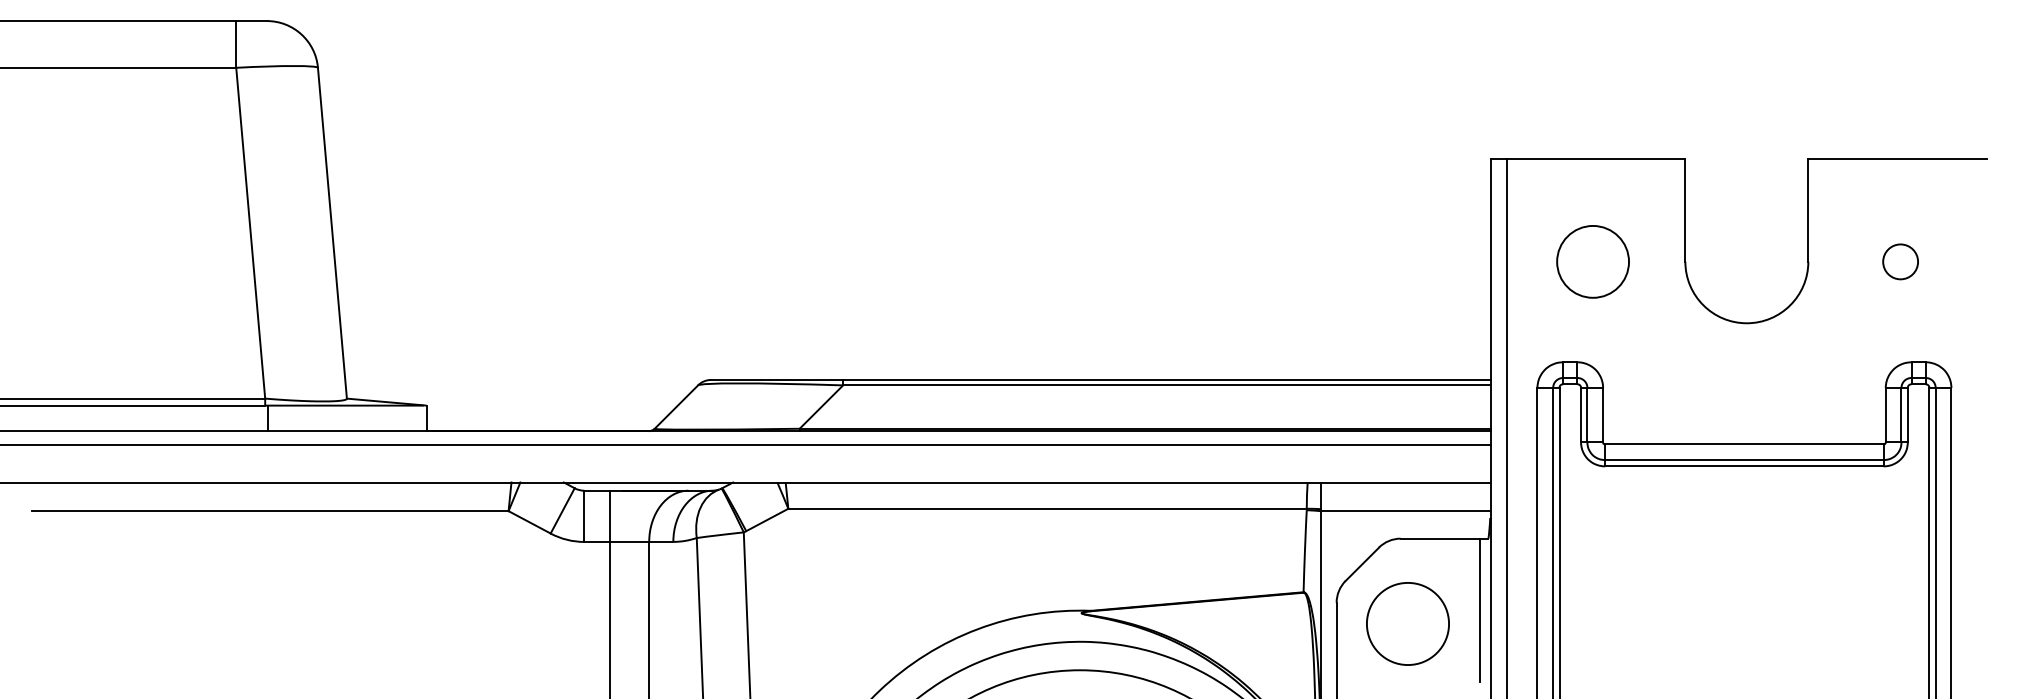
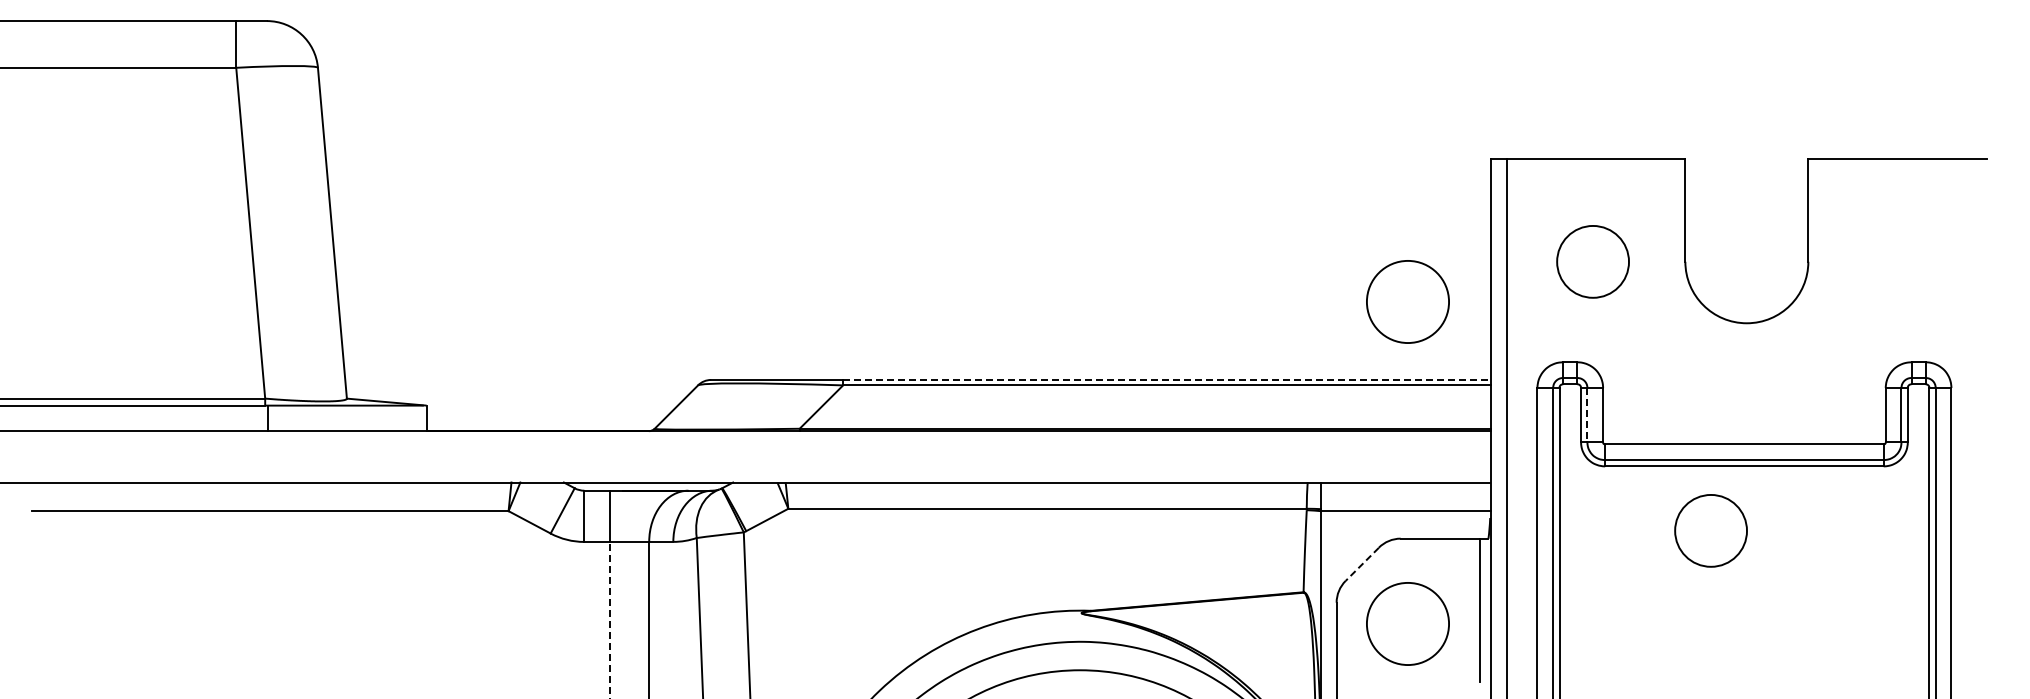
circle at (1900, 261): present -> none
circle at (1407, 301): none -> present
line at (1166, 379): solid -> dashed
line at (1587, 415): solid -> dashed
line at (746, 444): present -> none
circle at (1710, 530): none -> present
line at (1361, 564): solid -> dashed
line at (609, 619): solid -> dashed
